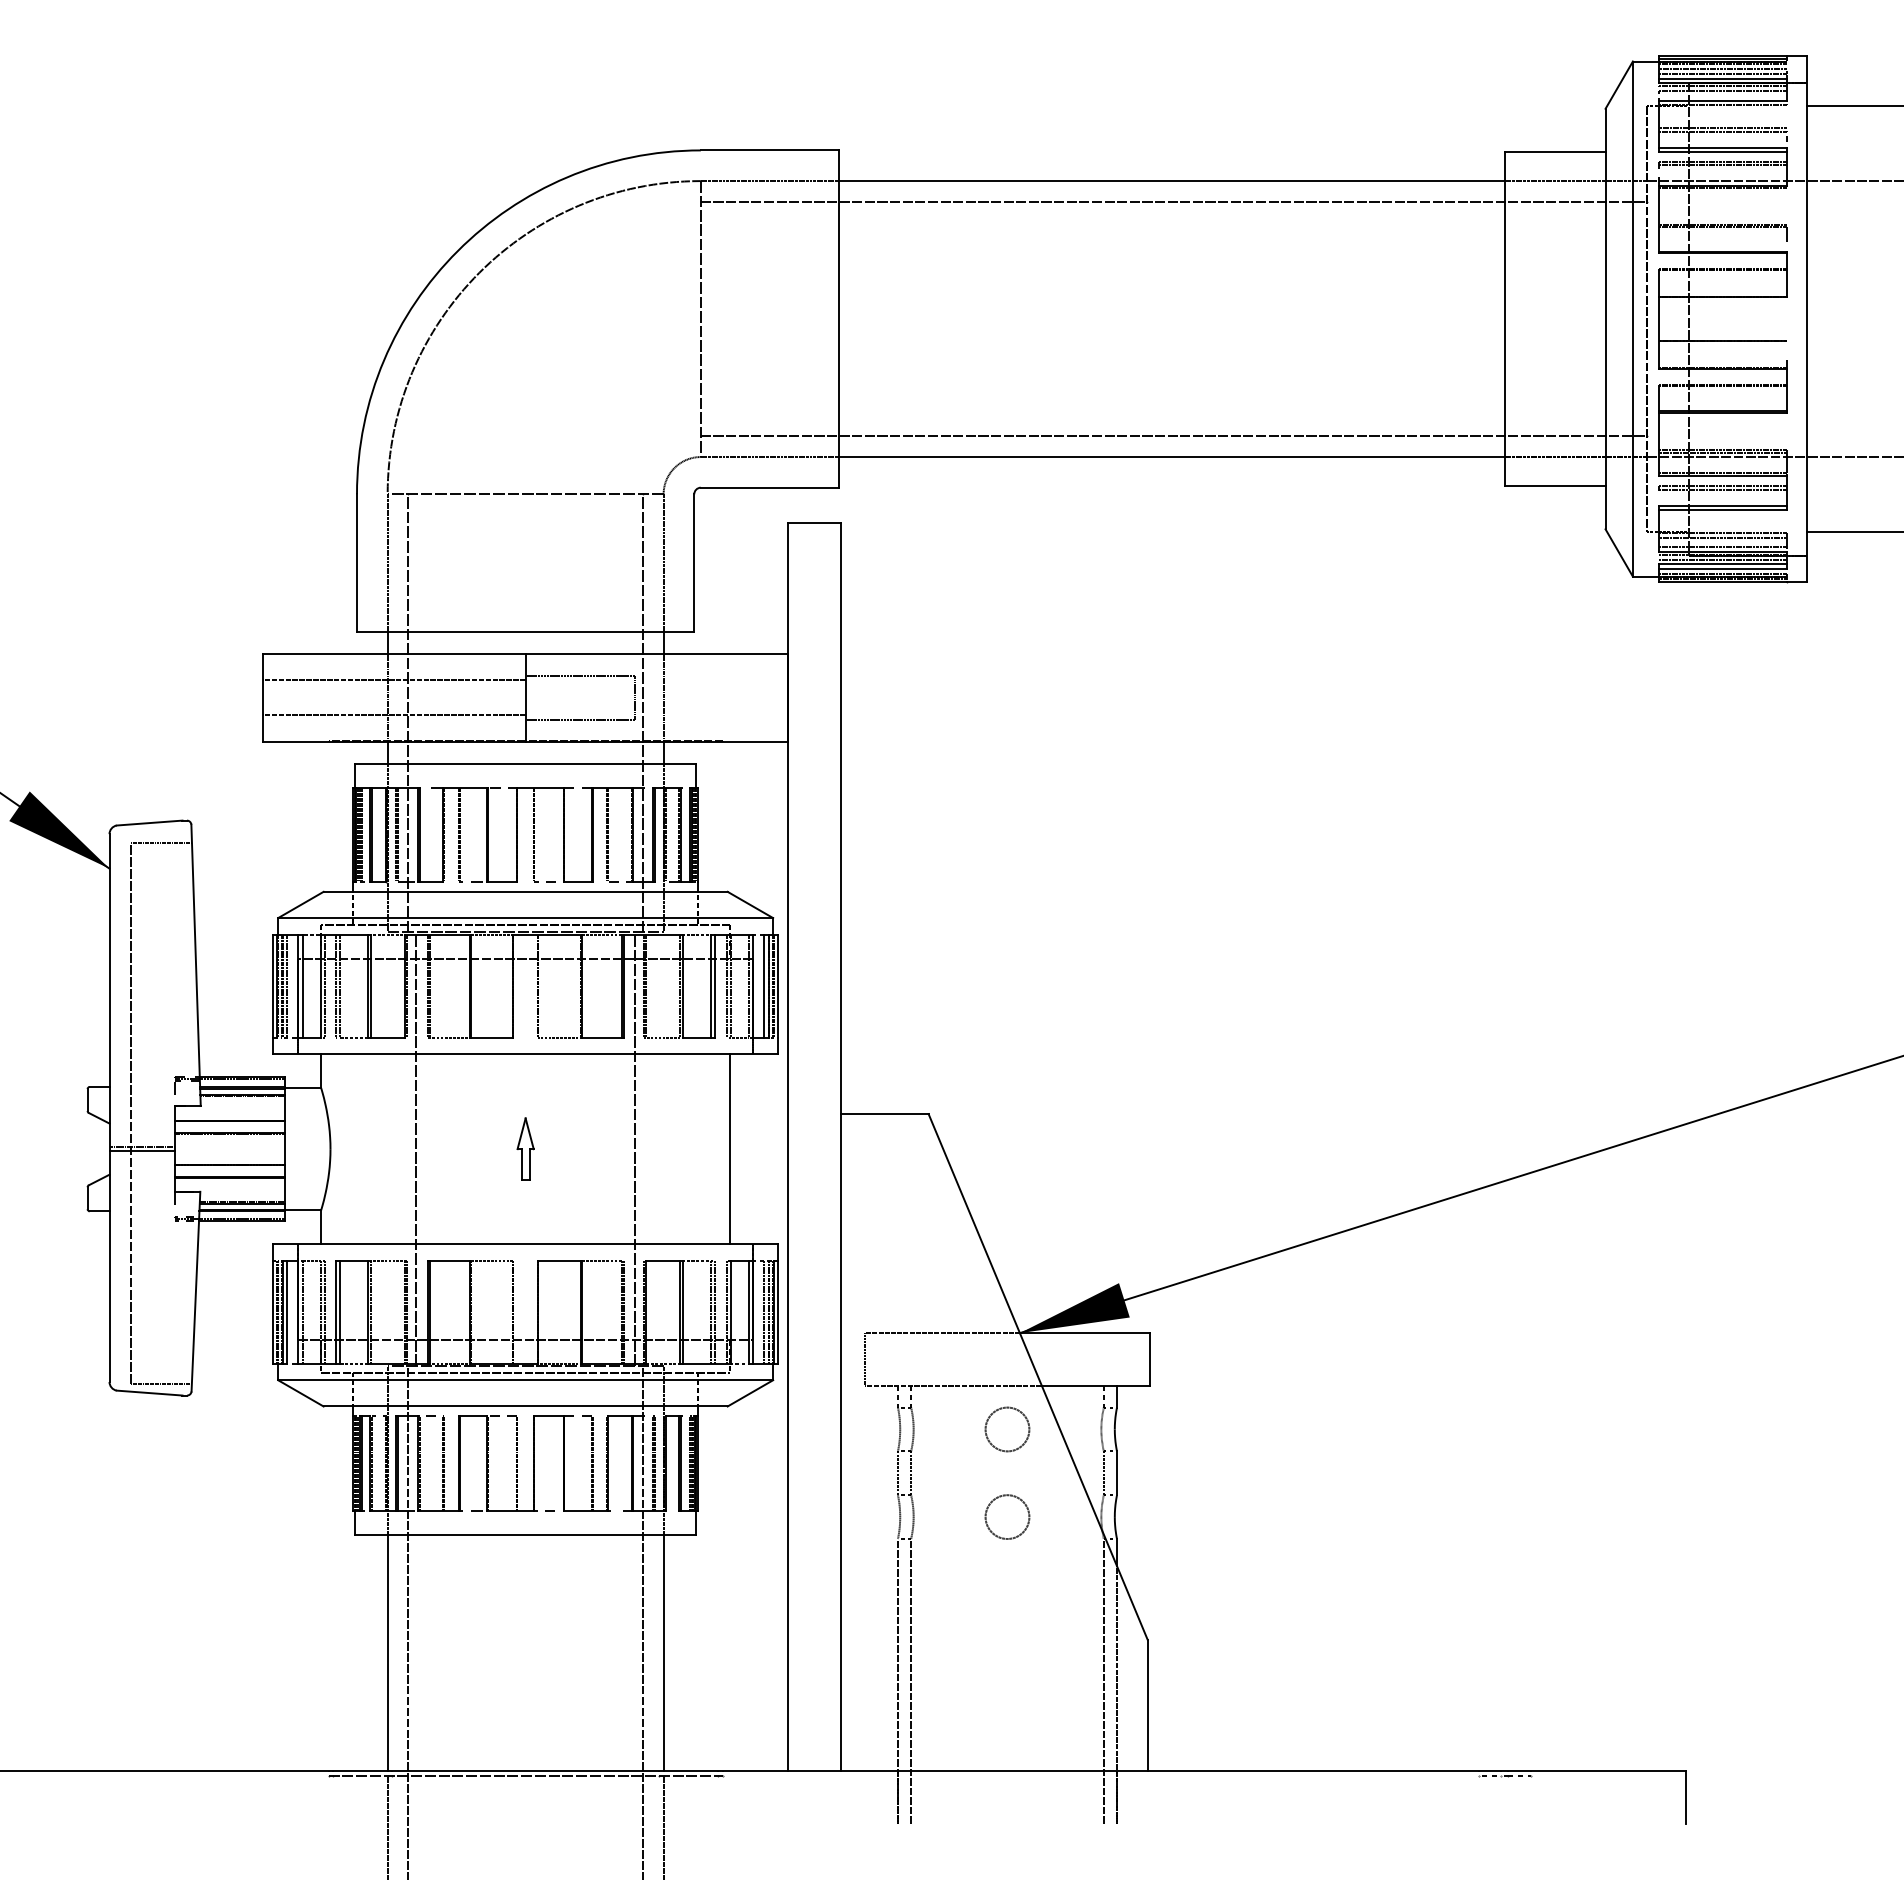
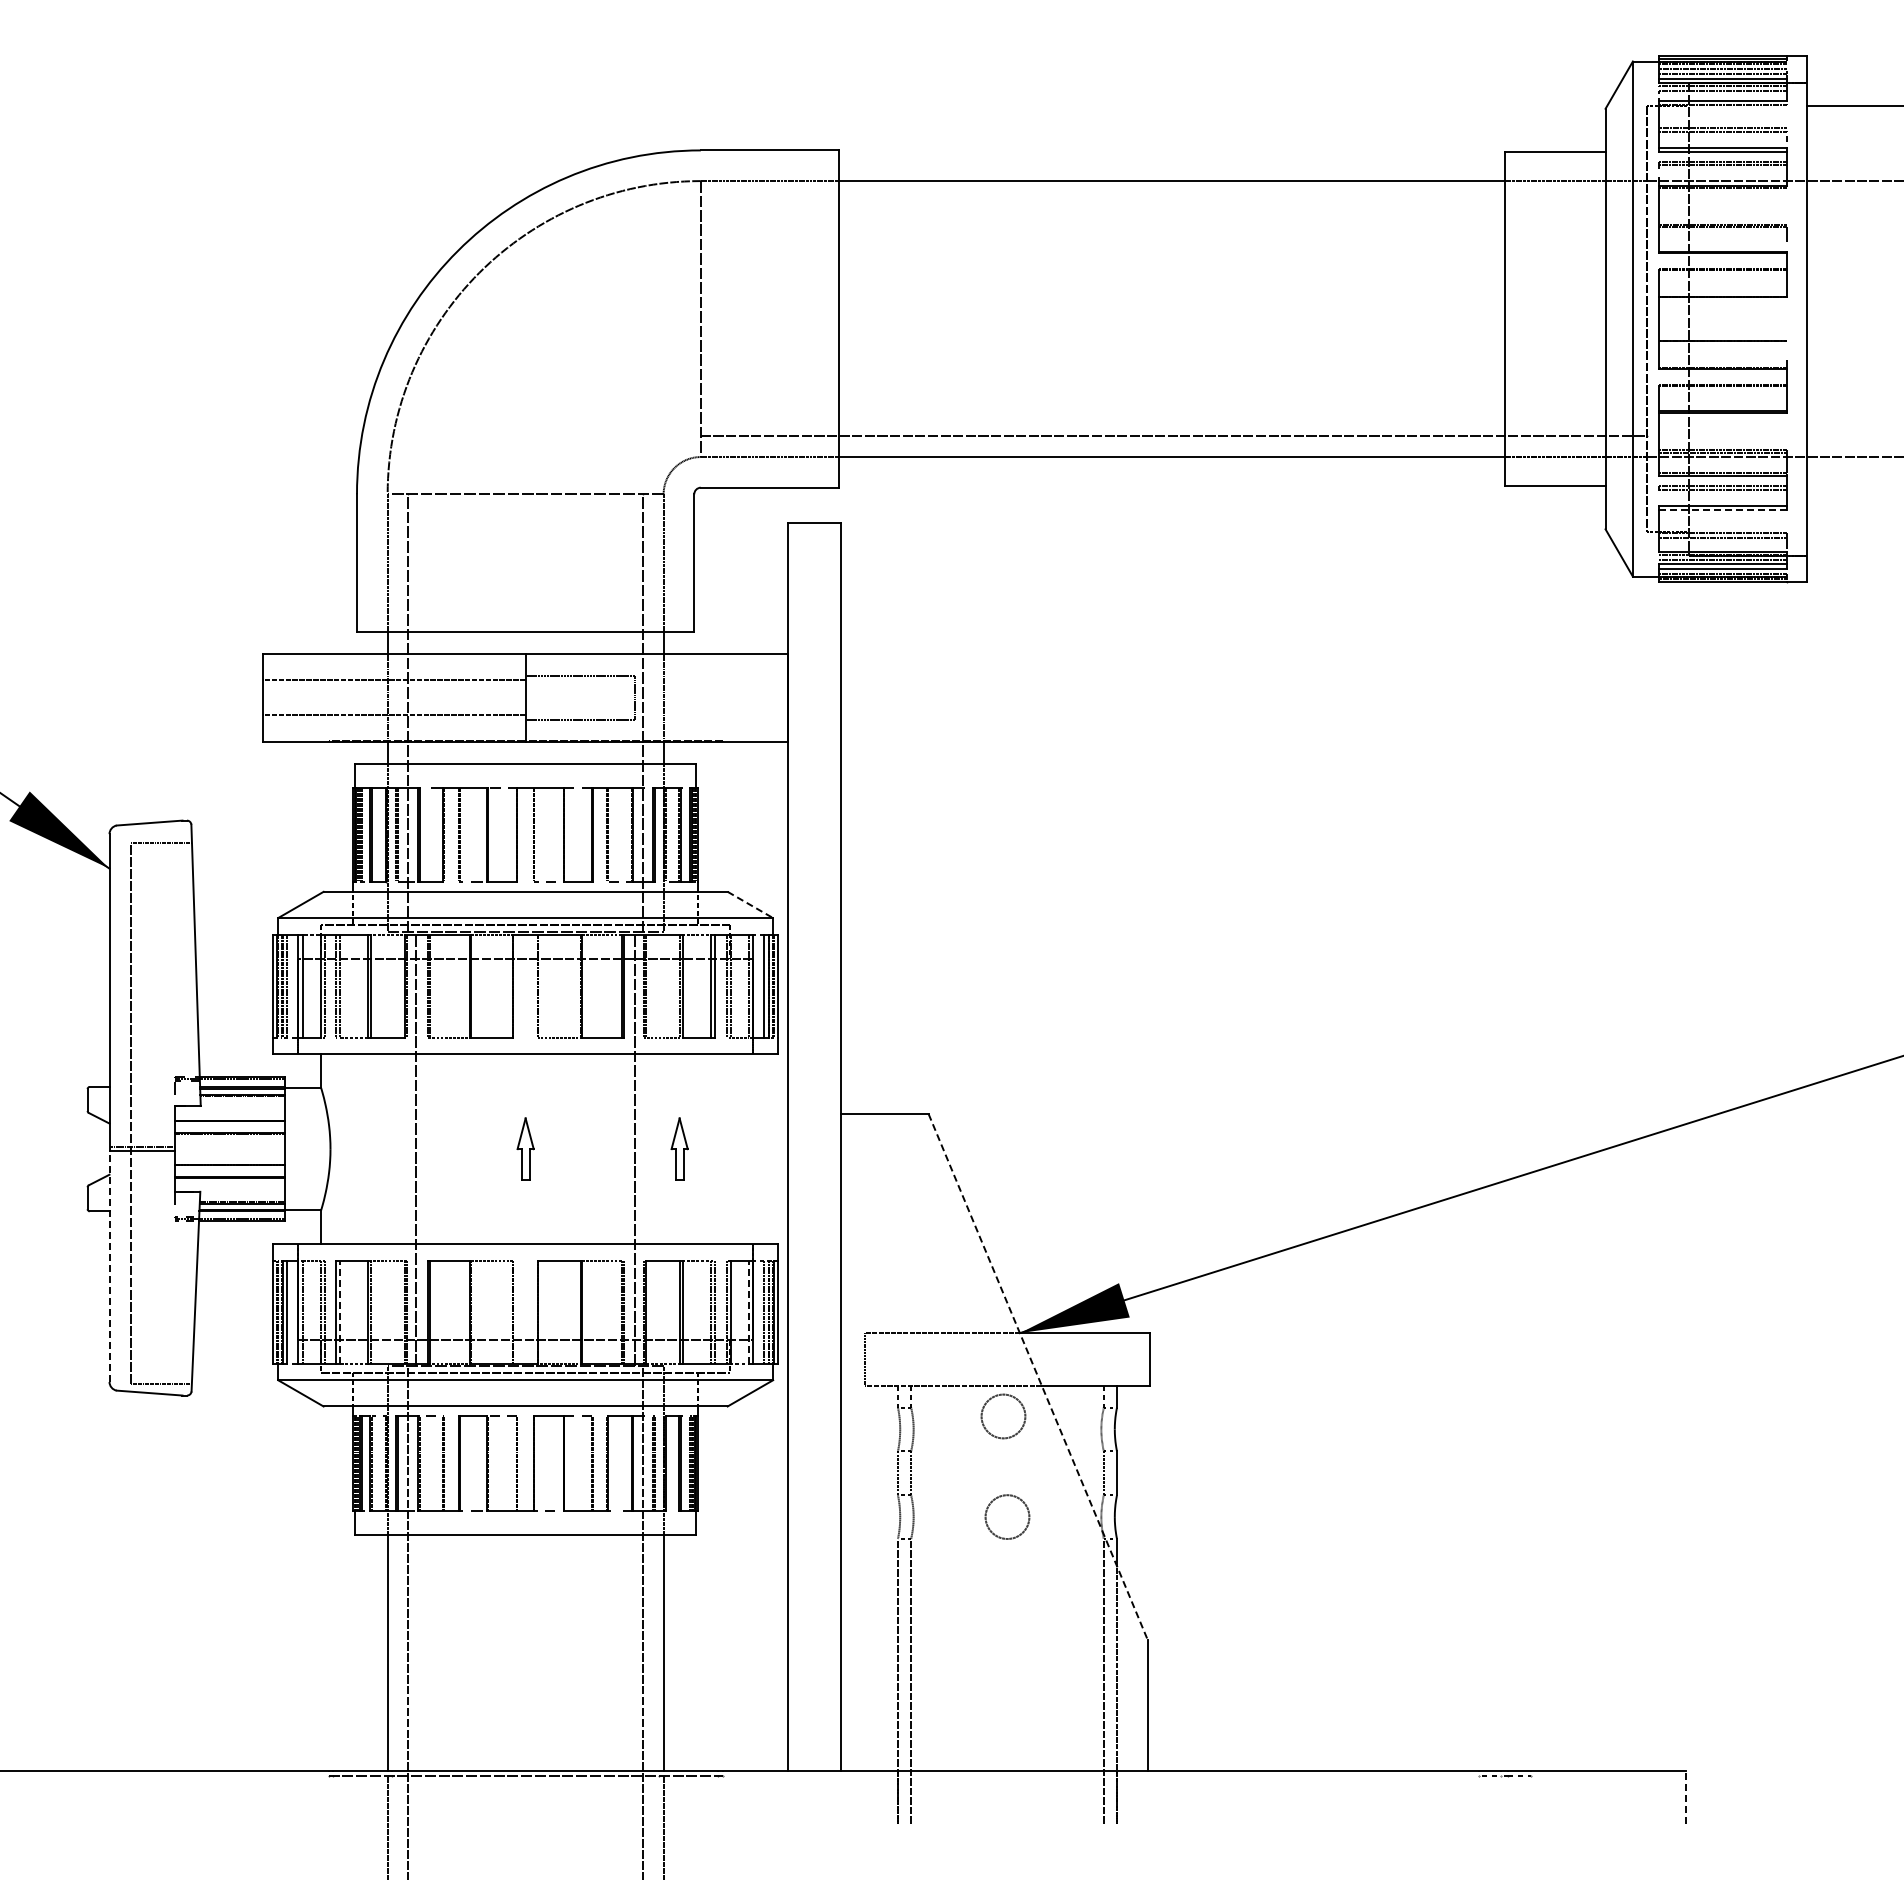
line at (1173, 201): present -> none
line at (1722, 510): solid -> dashed
line at (1853, 531): present -> none
line at (1722, 547): present -> none
line at (750, 905): solid -> dashed
part at (679, 1148): none -> present
line at (730, 1149): present -> none
line at (109, 1266): solid -> dashed
line at (340, 1312): solid -> dashed
line at (748, 1312): solid -> dashed
line at (1038, 1376): solid -> dashed
part at (1007, 1429) position: (1007, 1429) -> (1003, 1416)
line at (1686, 1796): solid -> dashed
